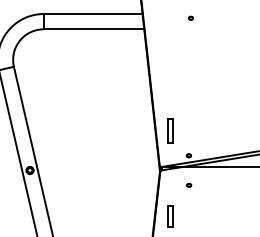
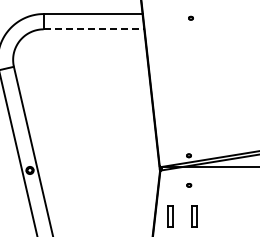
line at (94, 29): solid -> dashed
part at (170, 130): present -> none
part at (194, 216): none -> present
